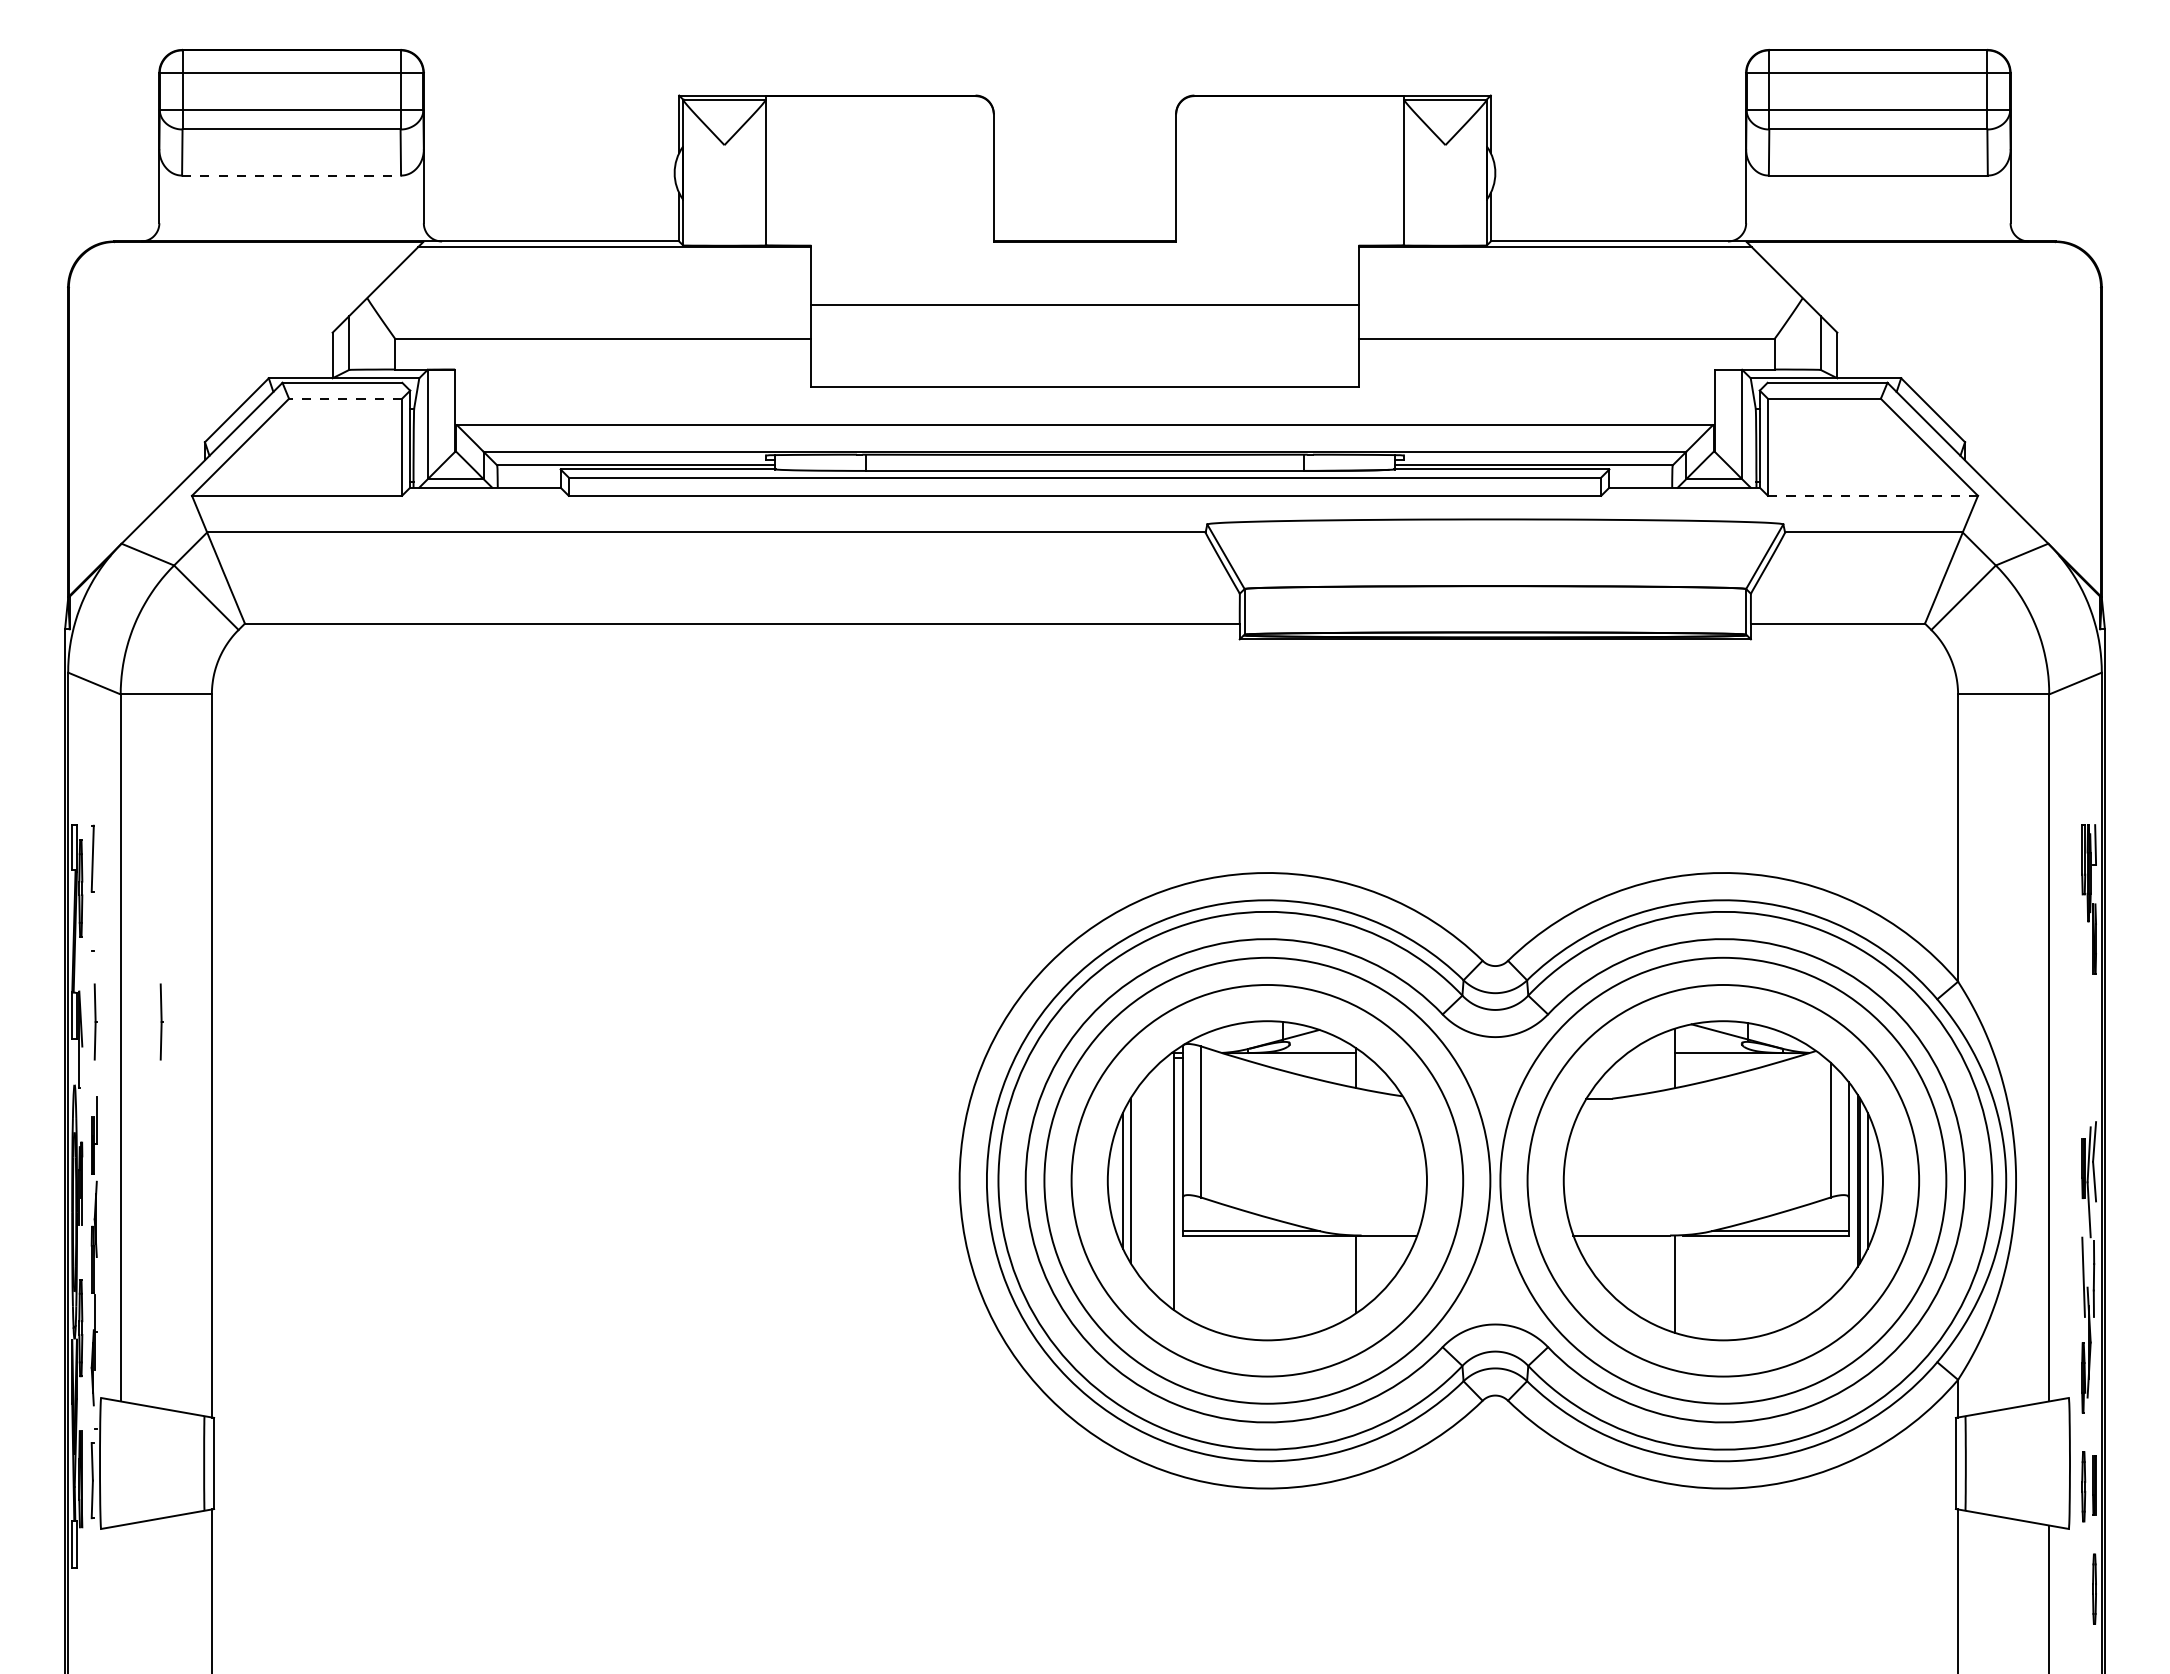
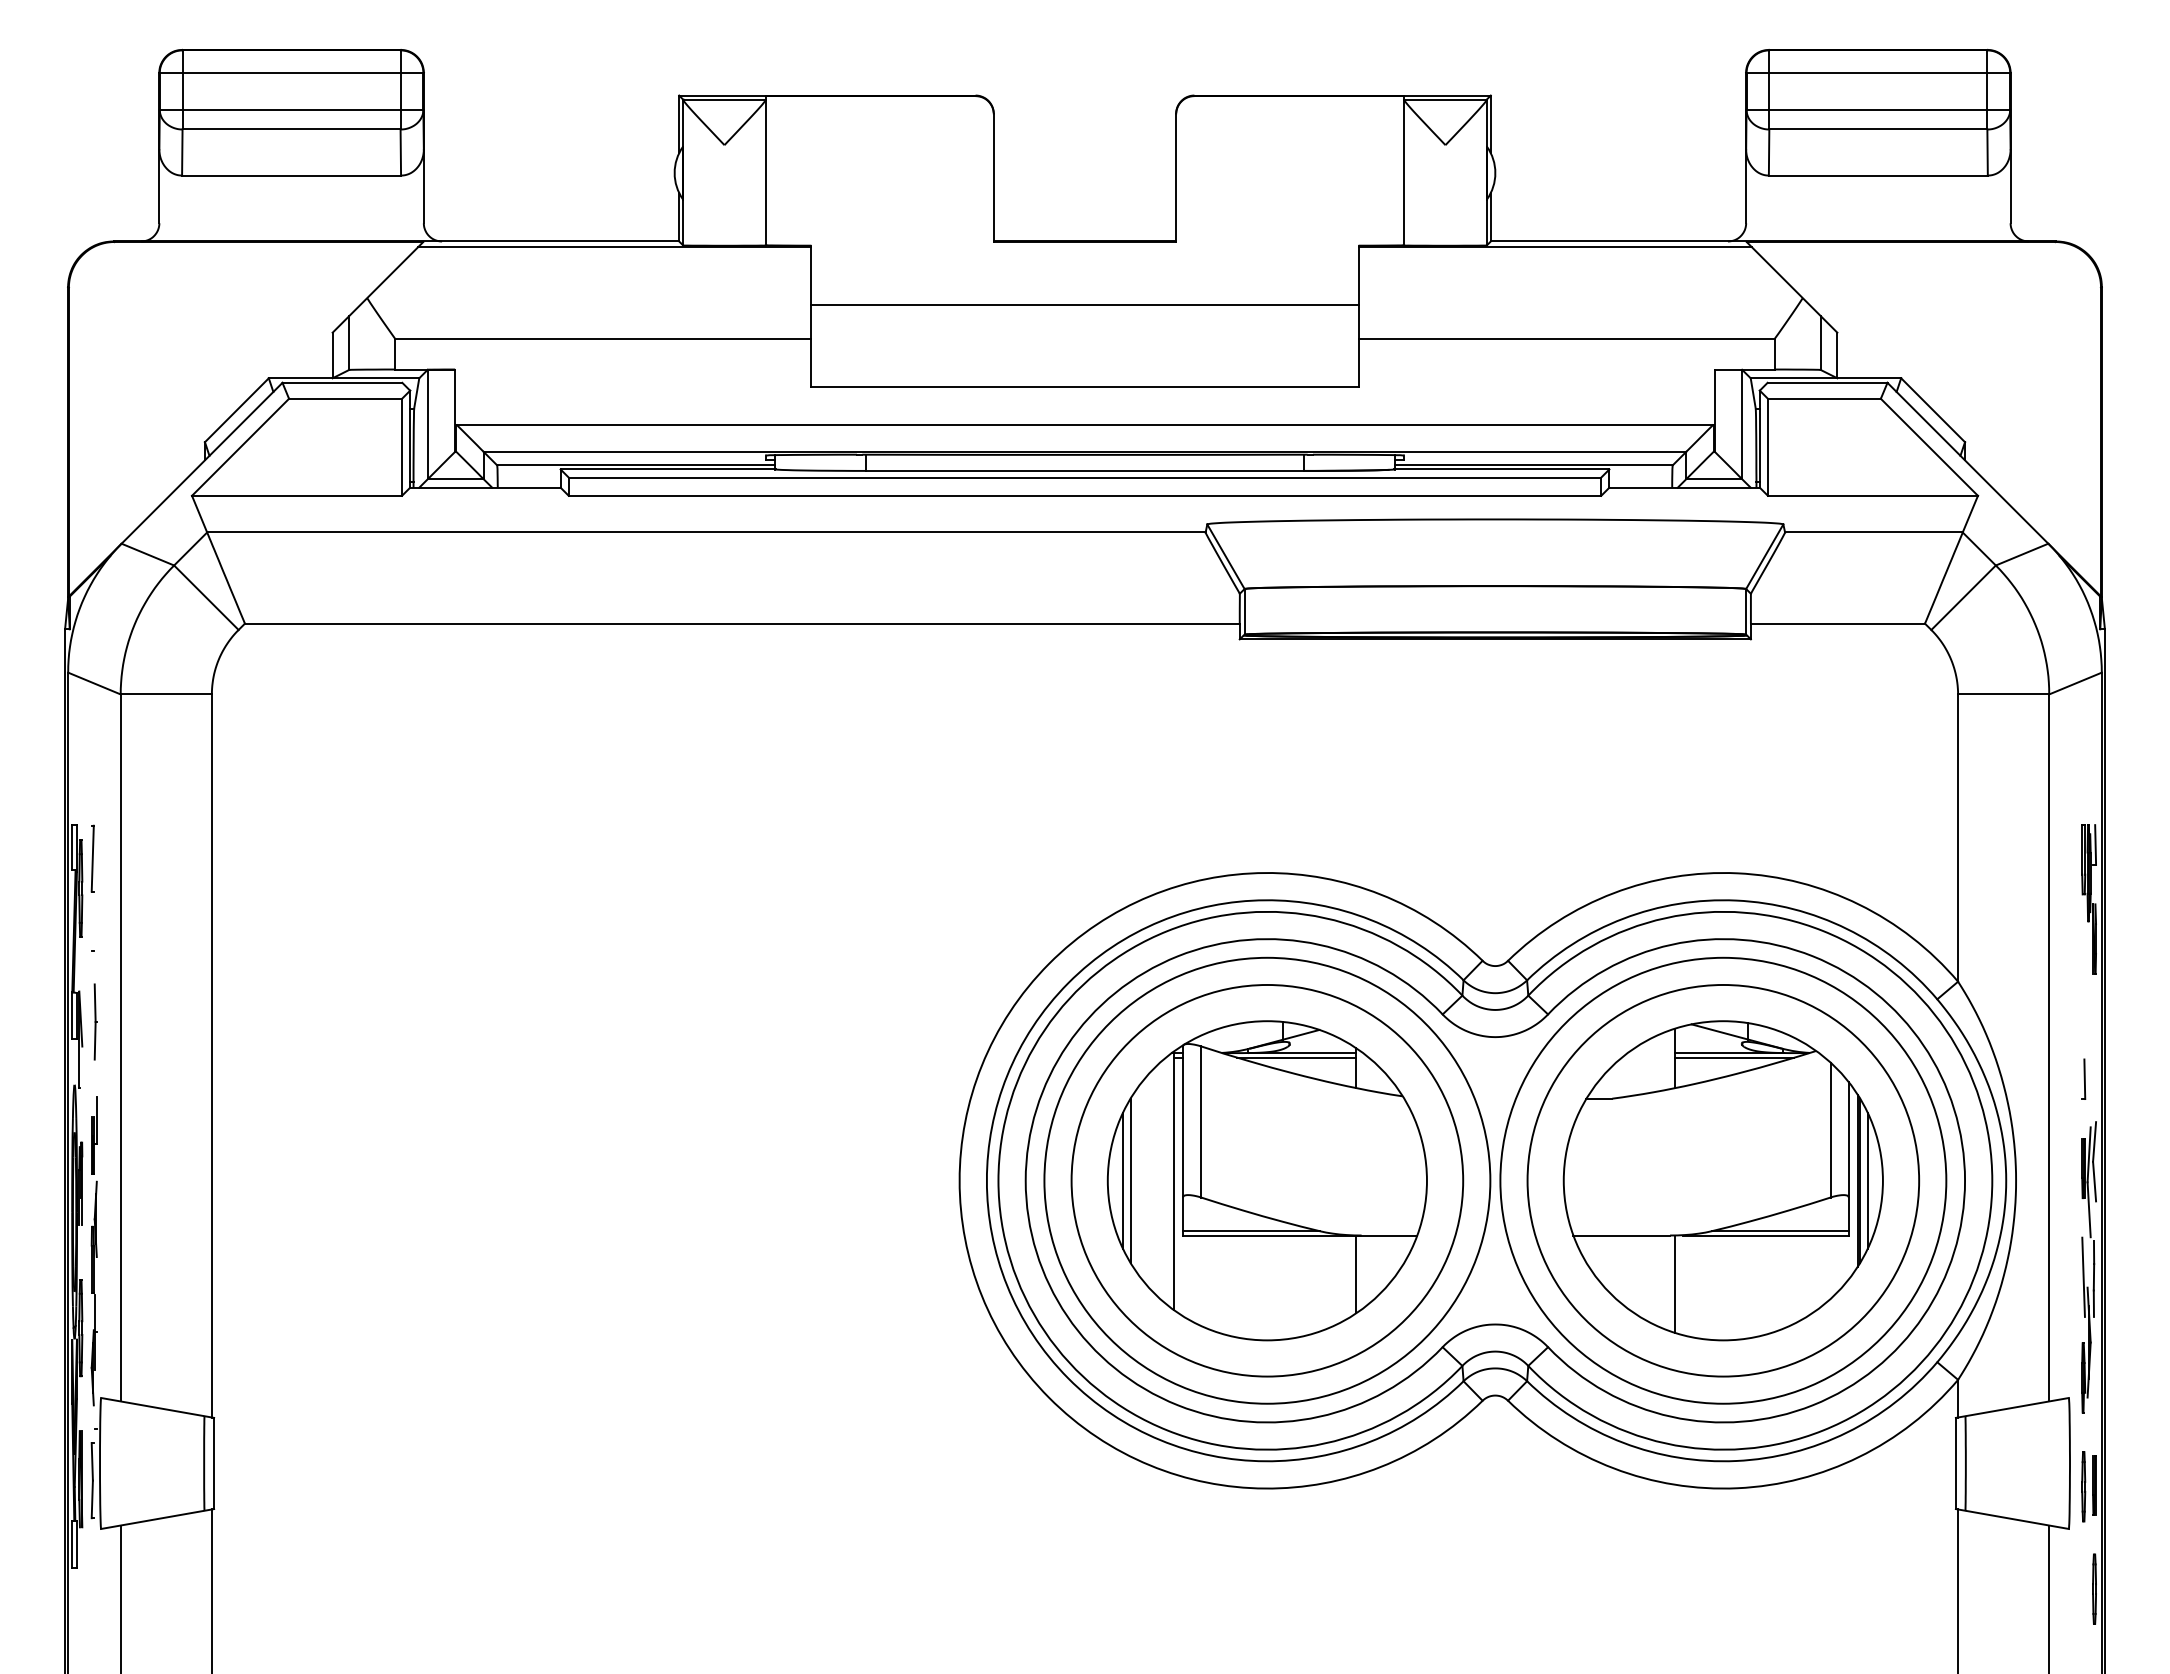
line at (292, 175): dashed -> solid
line at (345, 398): dashed -> solid
line at (1872, 495): dashed -> solid
part at (161, 1021): present -> none
line at (1296, 1057): none -> present
line at (1734, 1057): none -> present
part at (2083, 1078): none -> present
line at (120, 1597): none -> present
